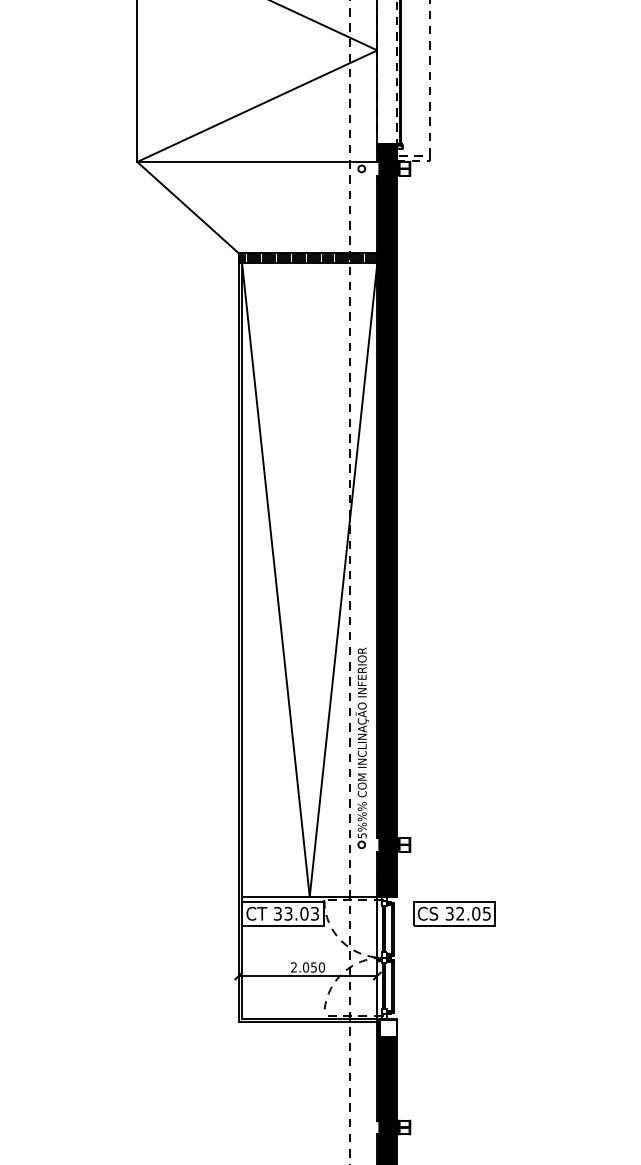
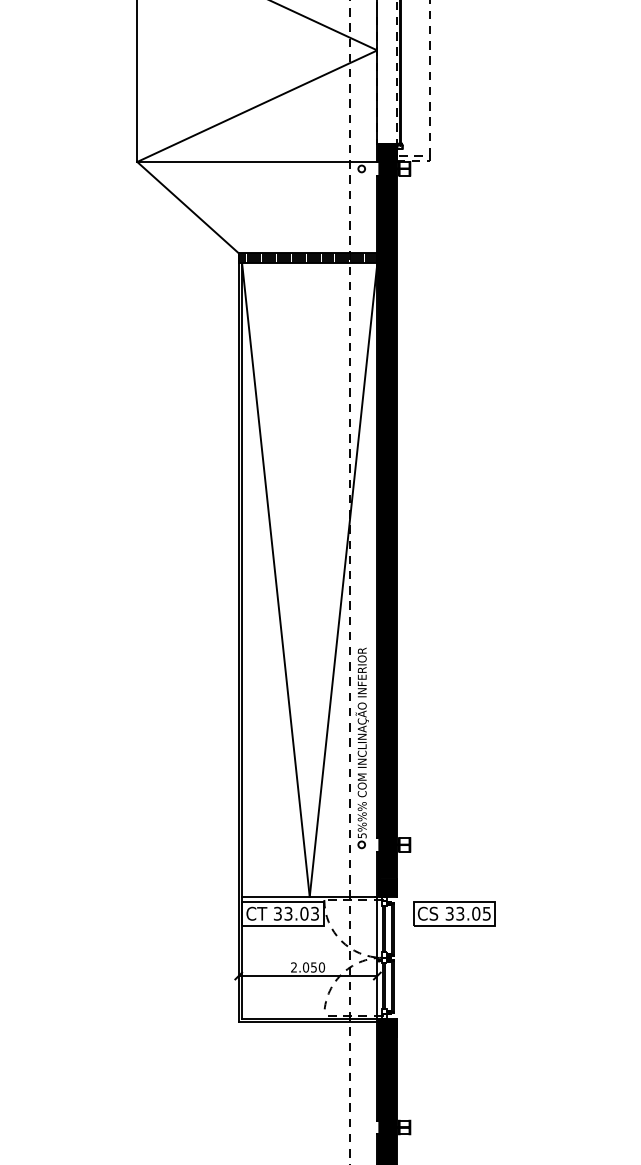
text at (460, 913): 32.05 -> 33.05
fill at (388, 1027): none -> present
